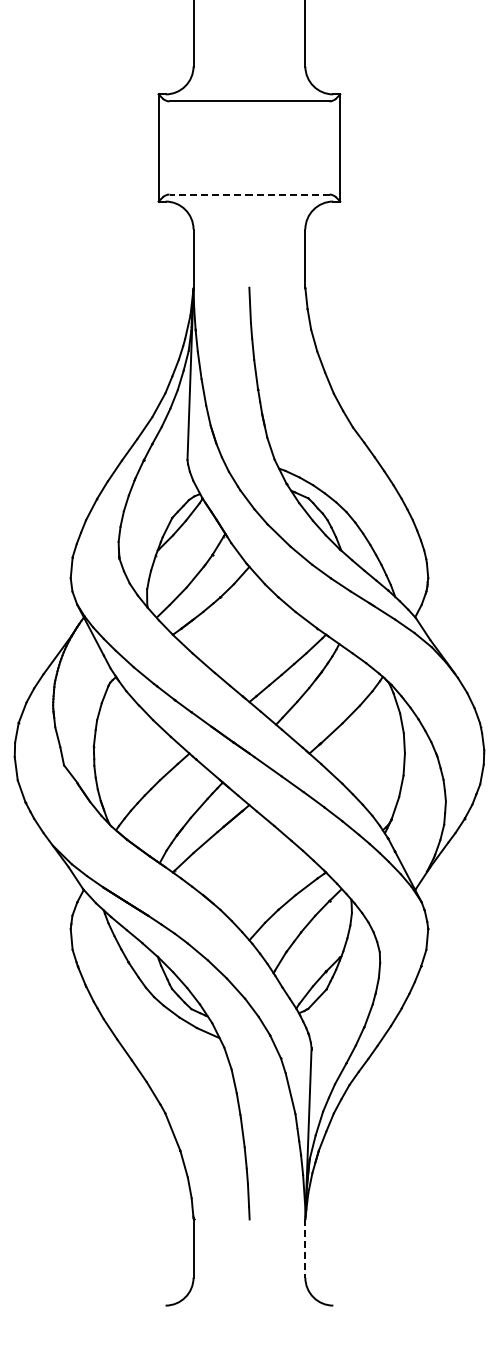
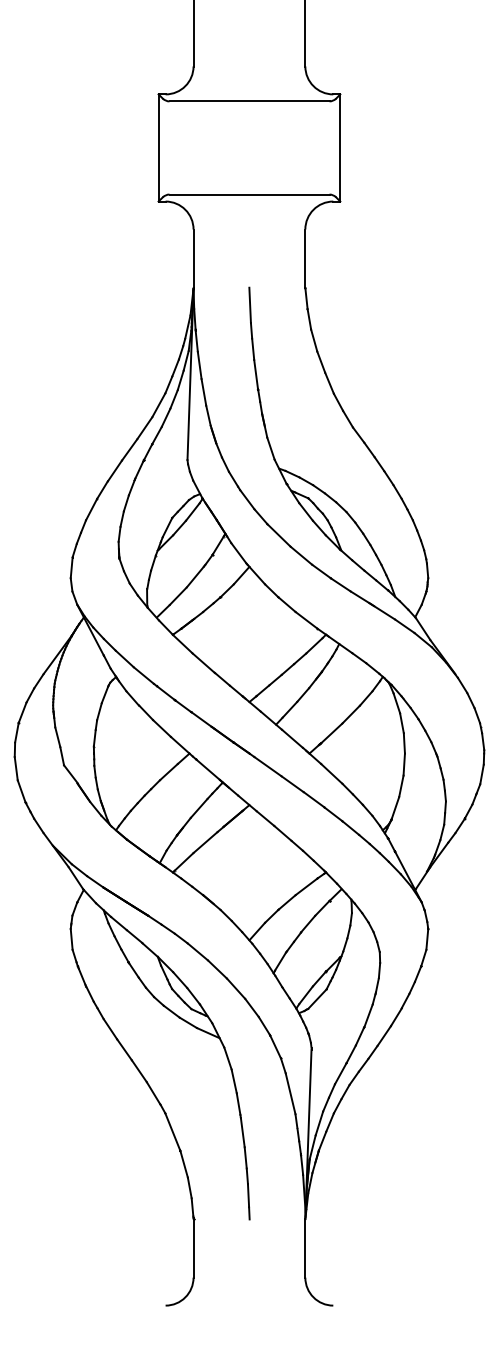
line at (249, 194): dashed -> solid
line at (305, 1248): dashed -> solid
